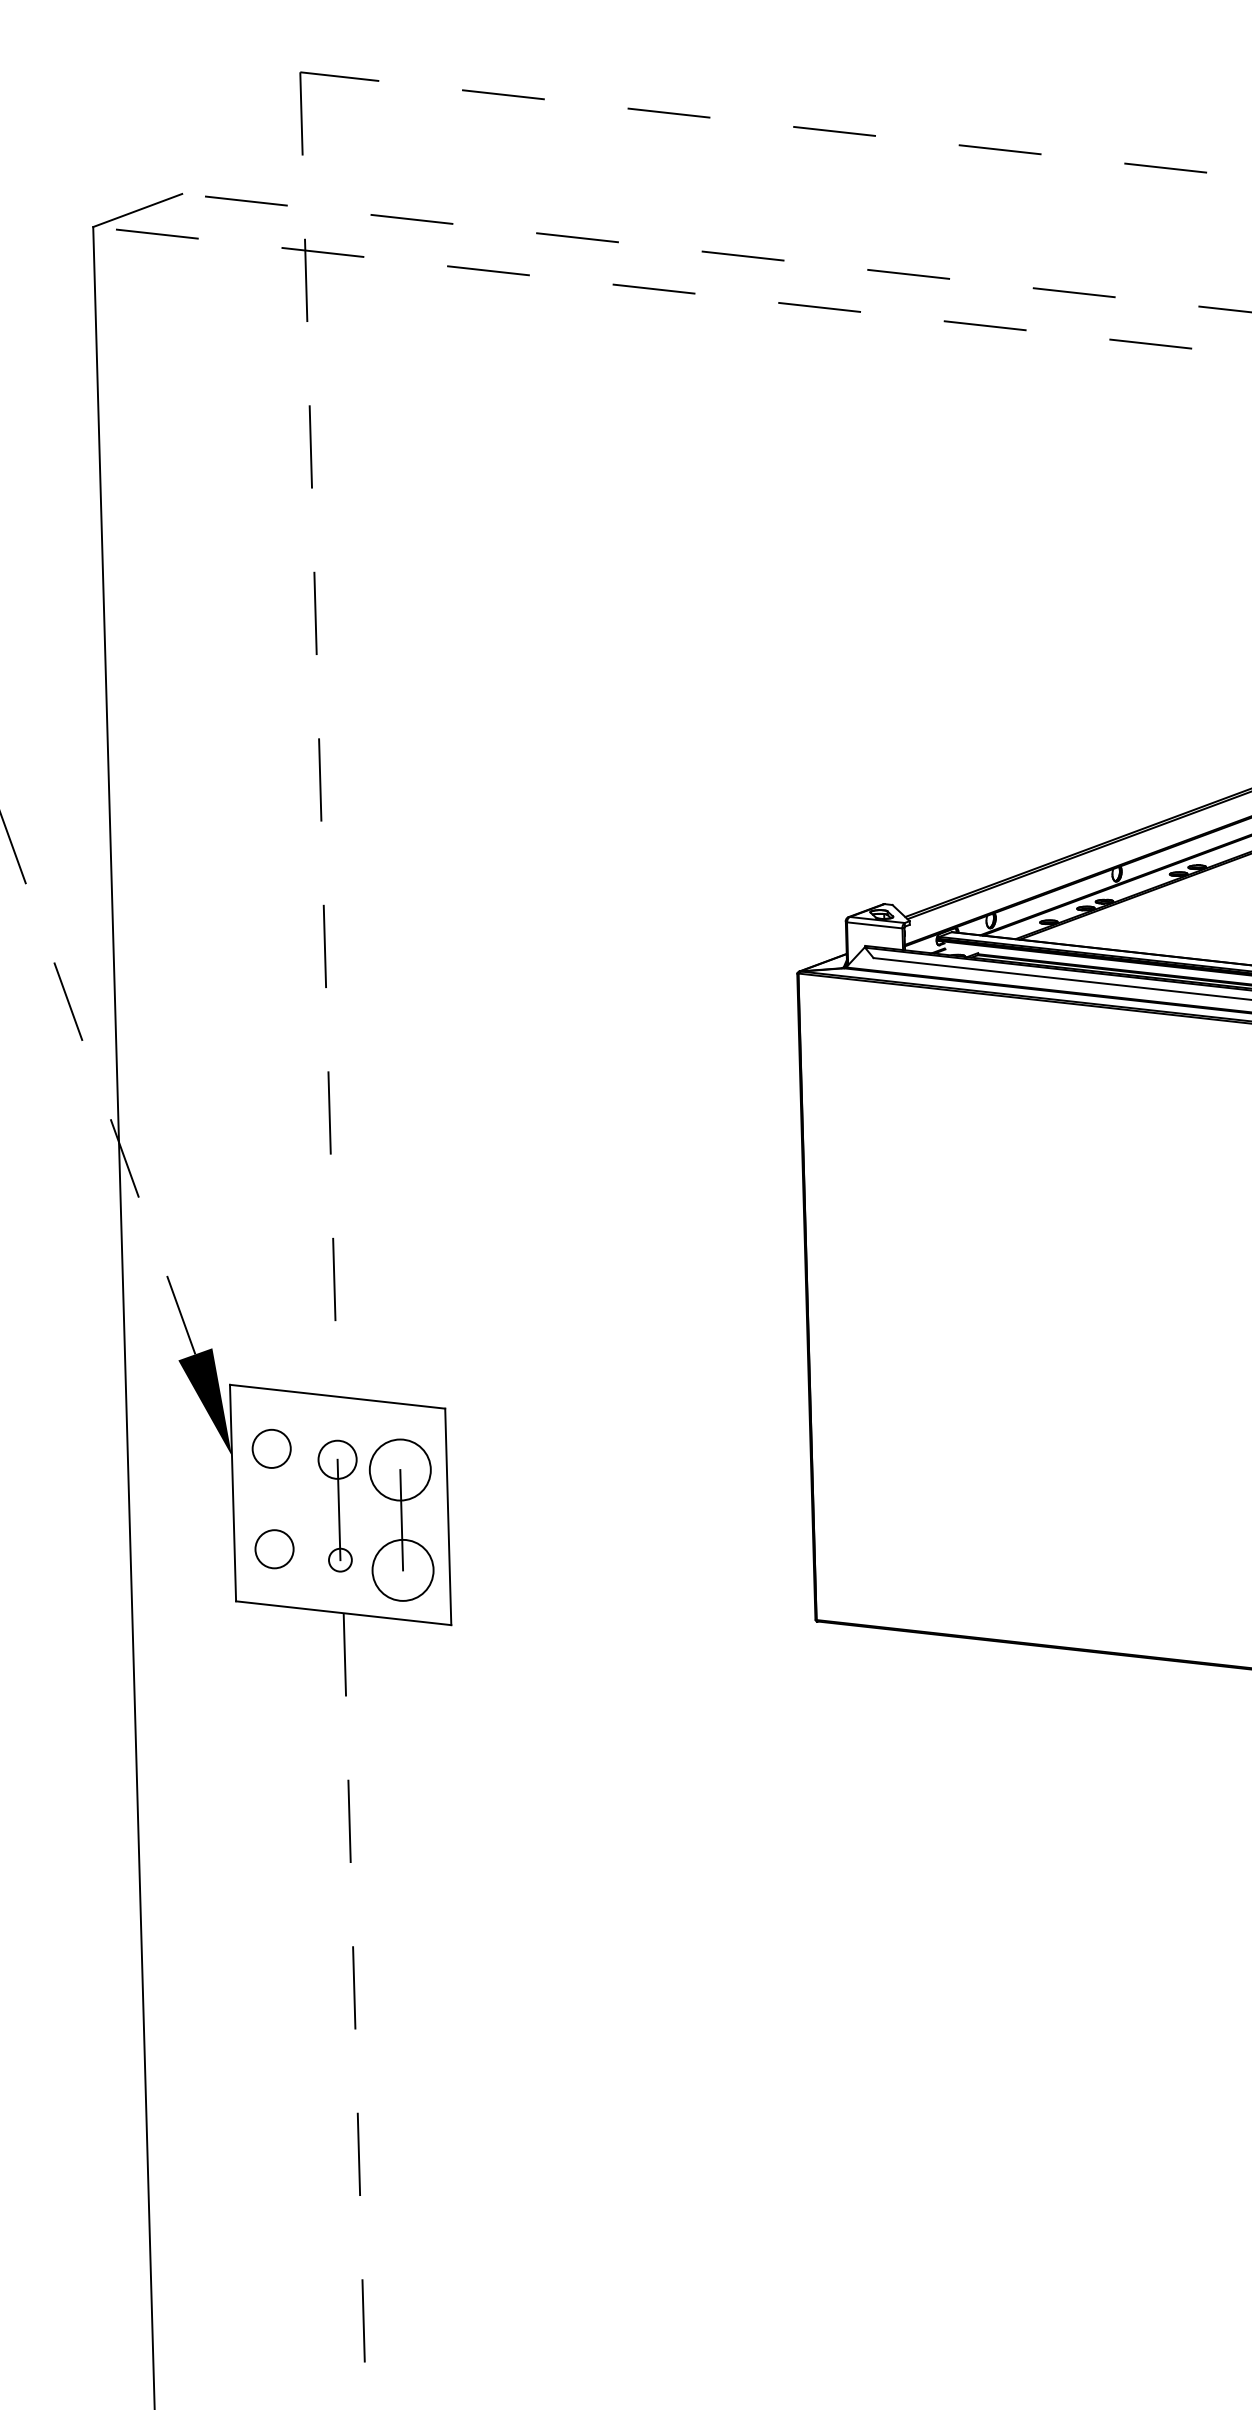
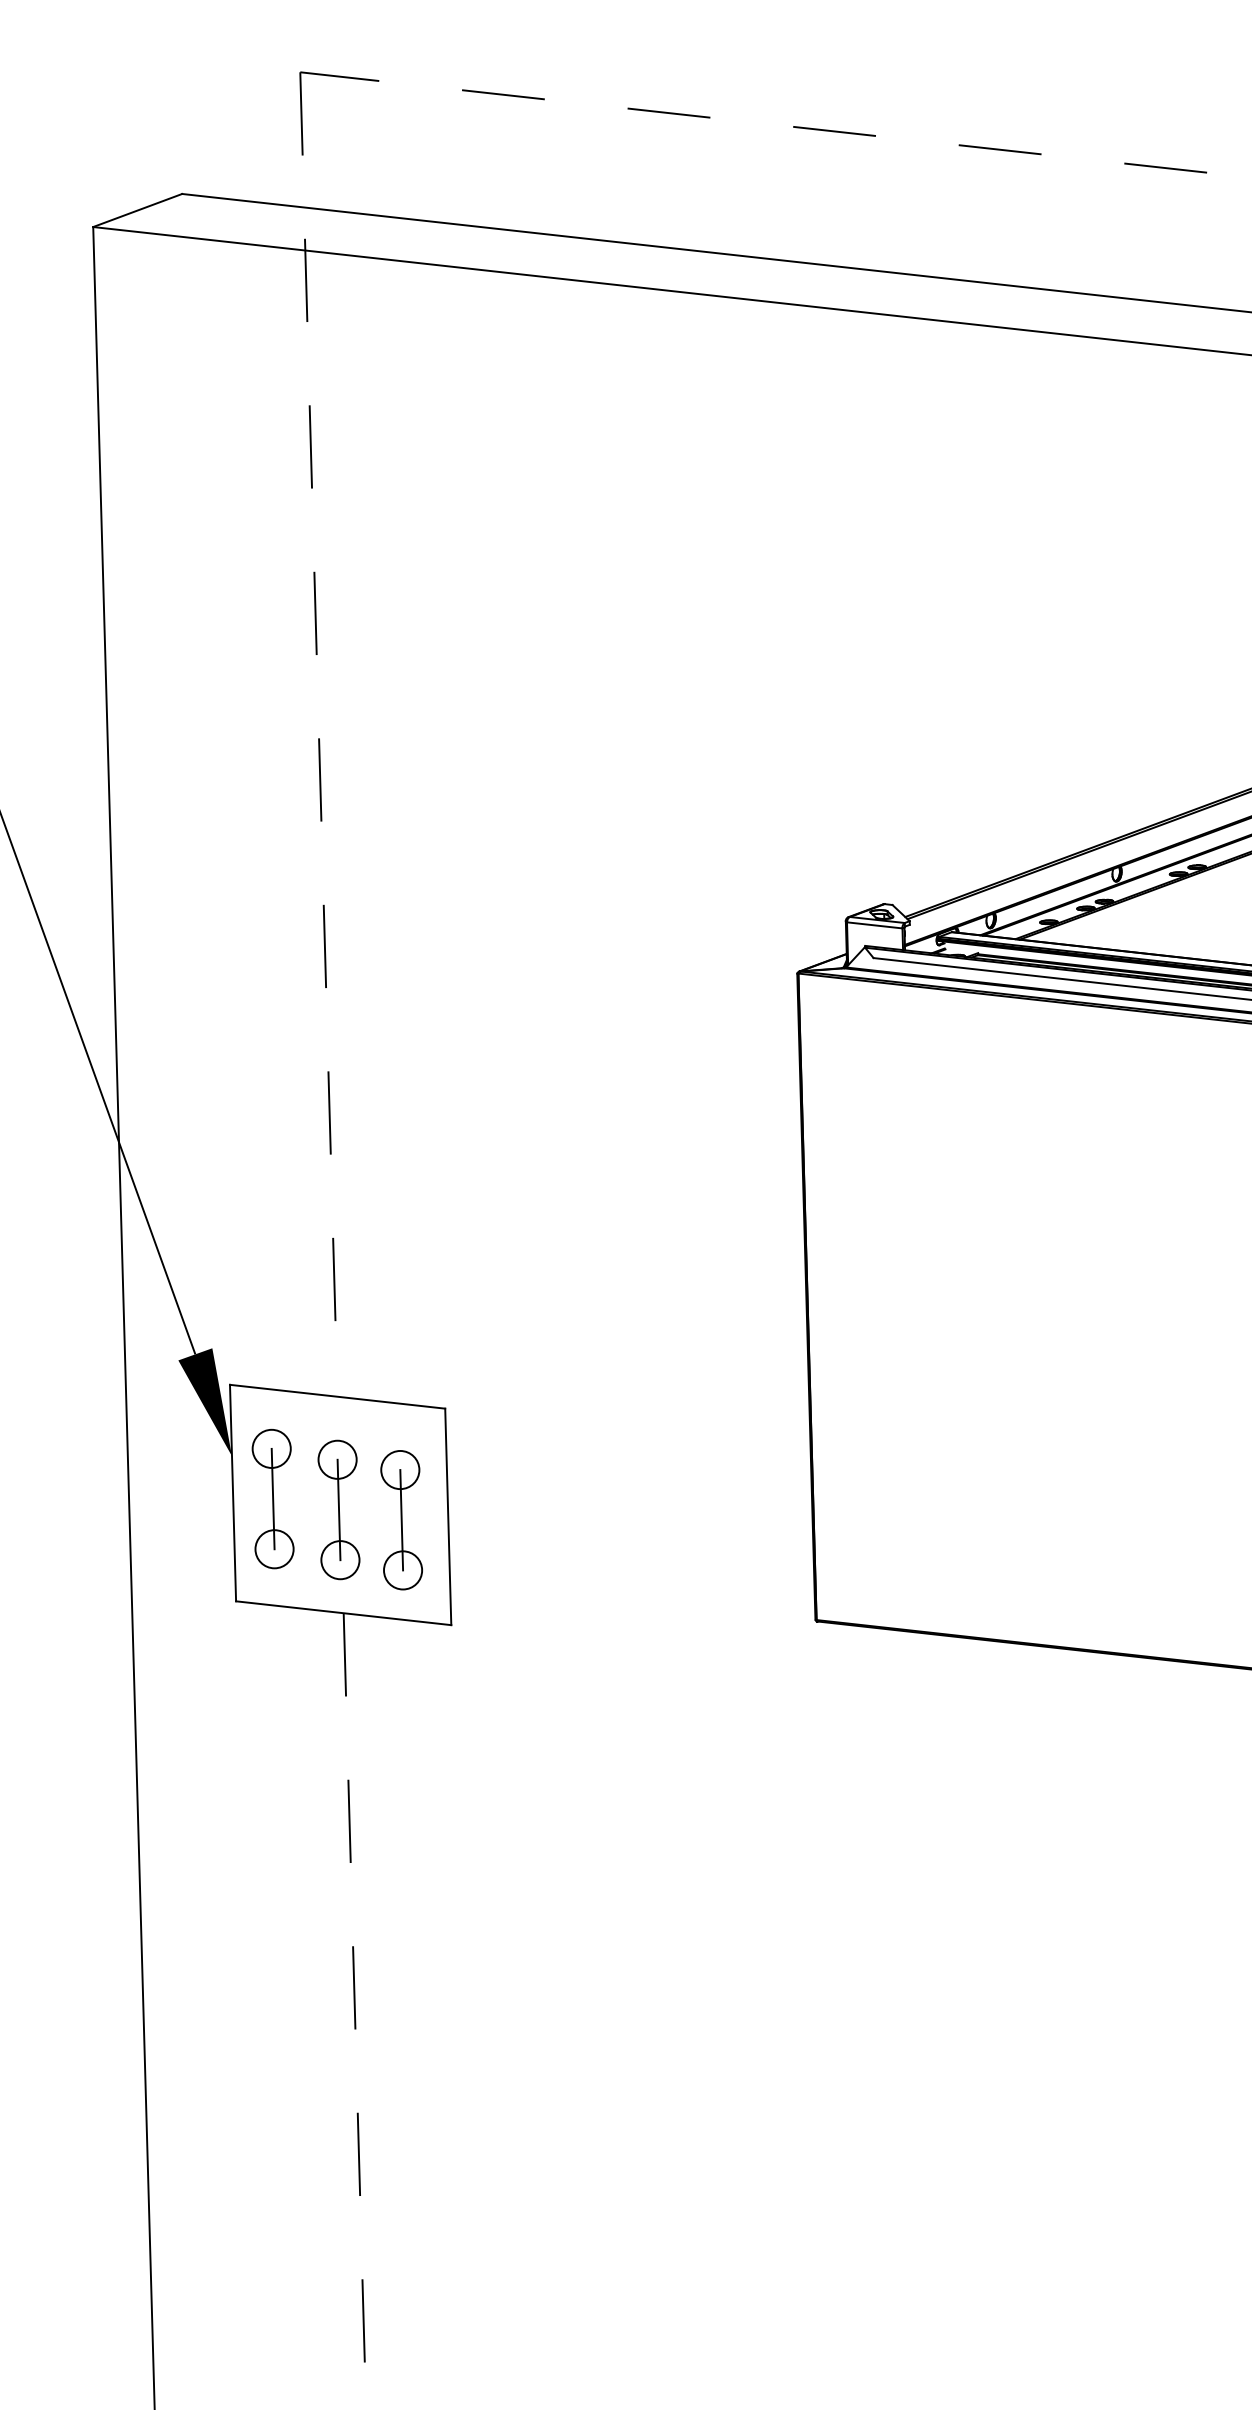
line at (716, 253): dashed -> solid
line at (672, 291): dashed -> solid
line at (97, 1082): dashed -> solid
circle at (399, 1469) diameter: 61 px -> 38 px
line at (272, 1498): none -> present
circle at (340, 1559) diameter: 23 px -> 38 px
circle at (402, 1569) diameter: 61 px -> 38 px
